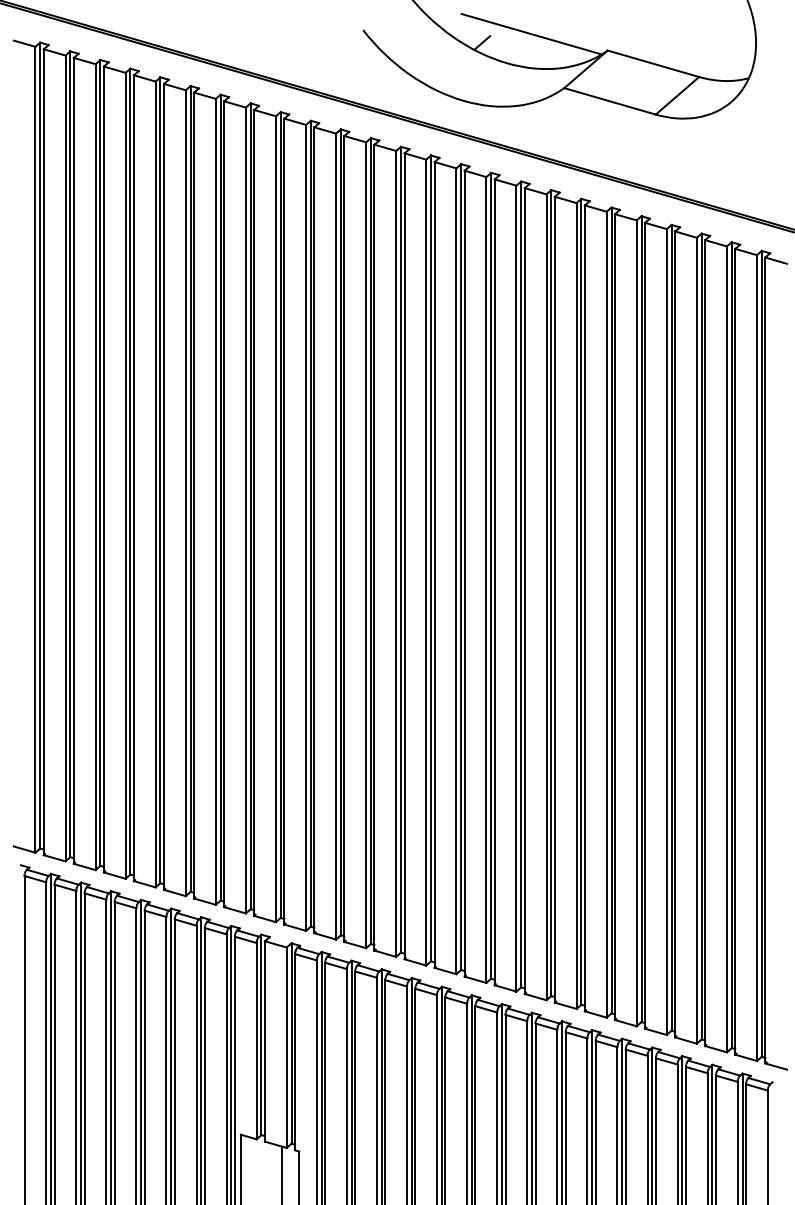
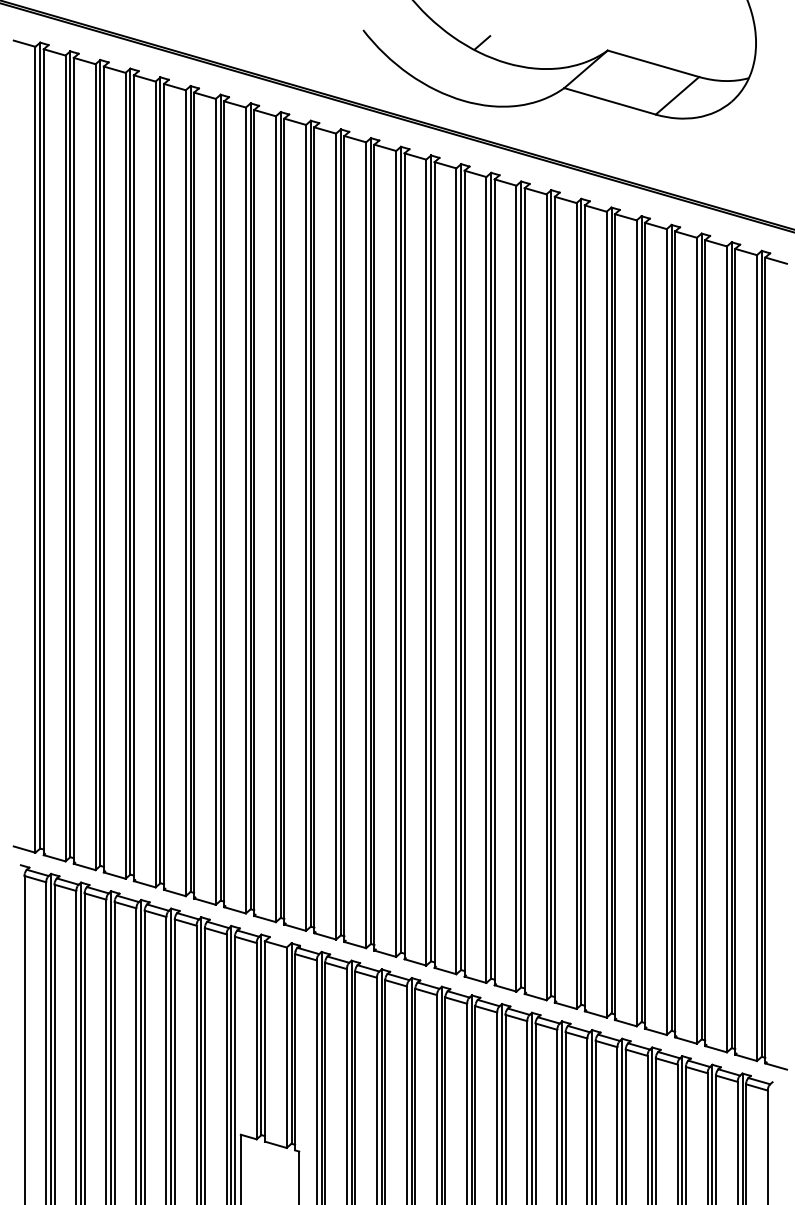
line at (530, 33): present -> none
line at (282, 1173): present -> none
